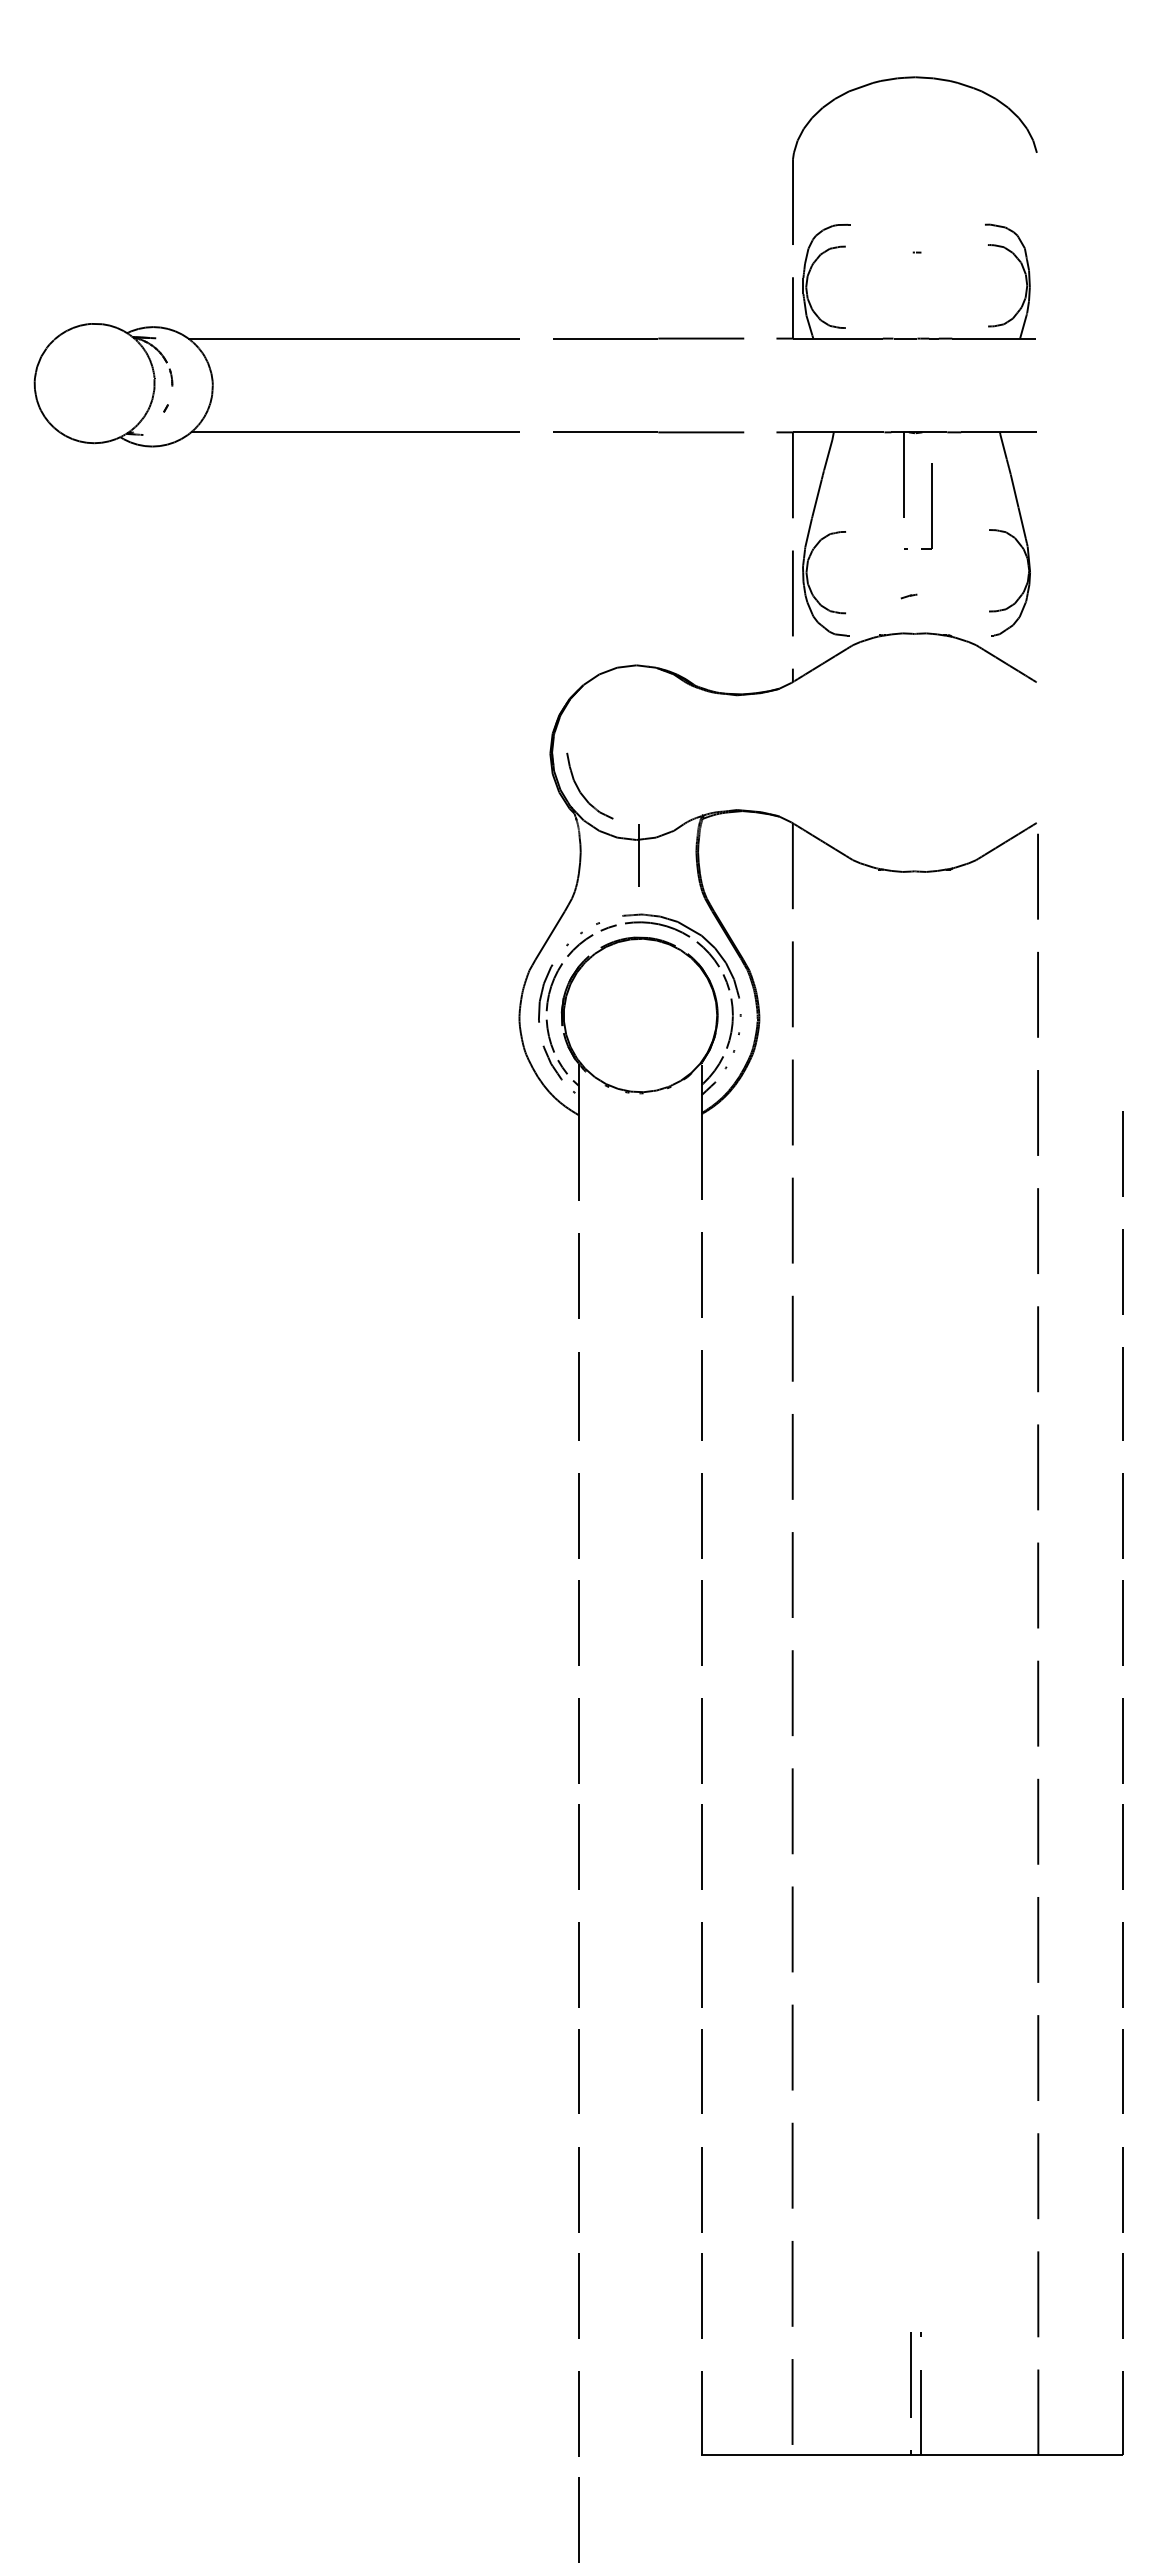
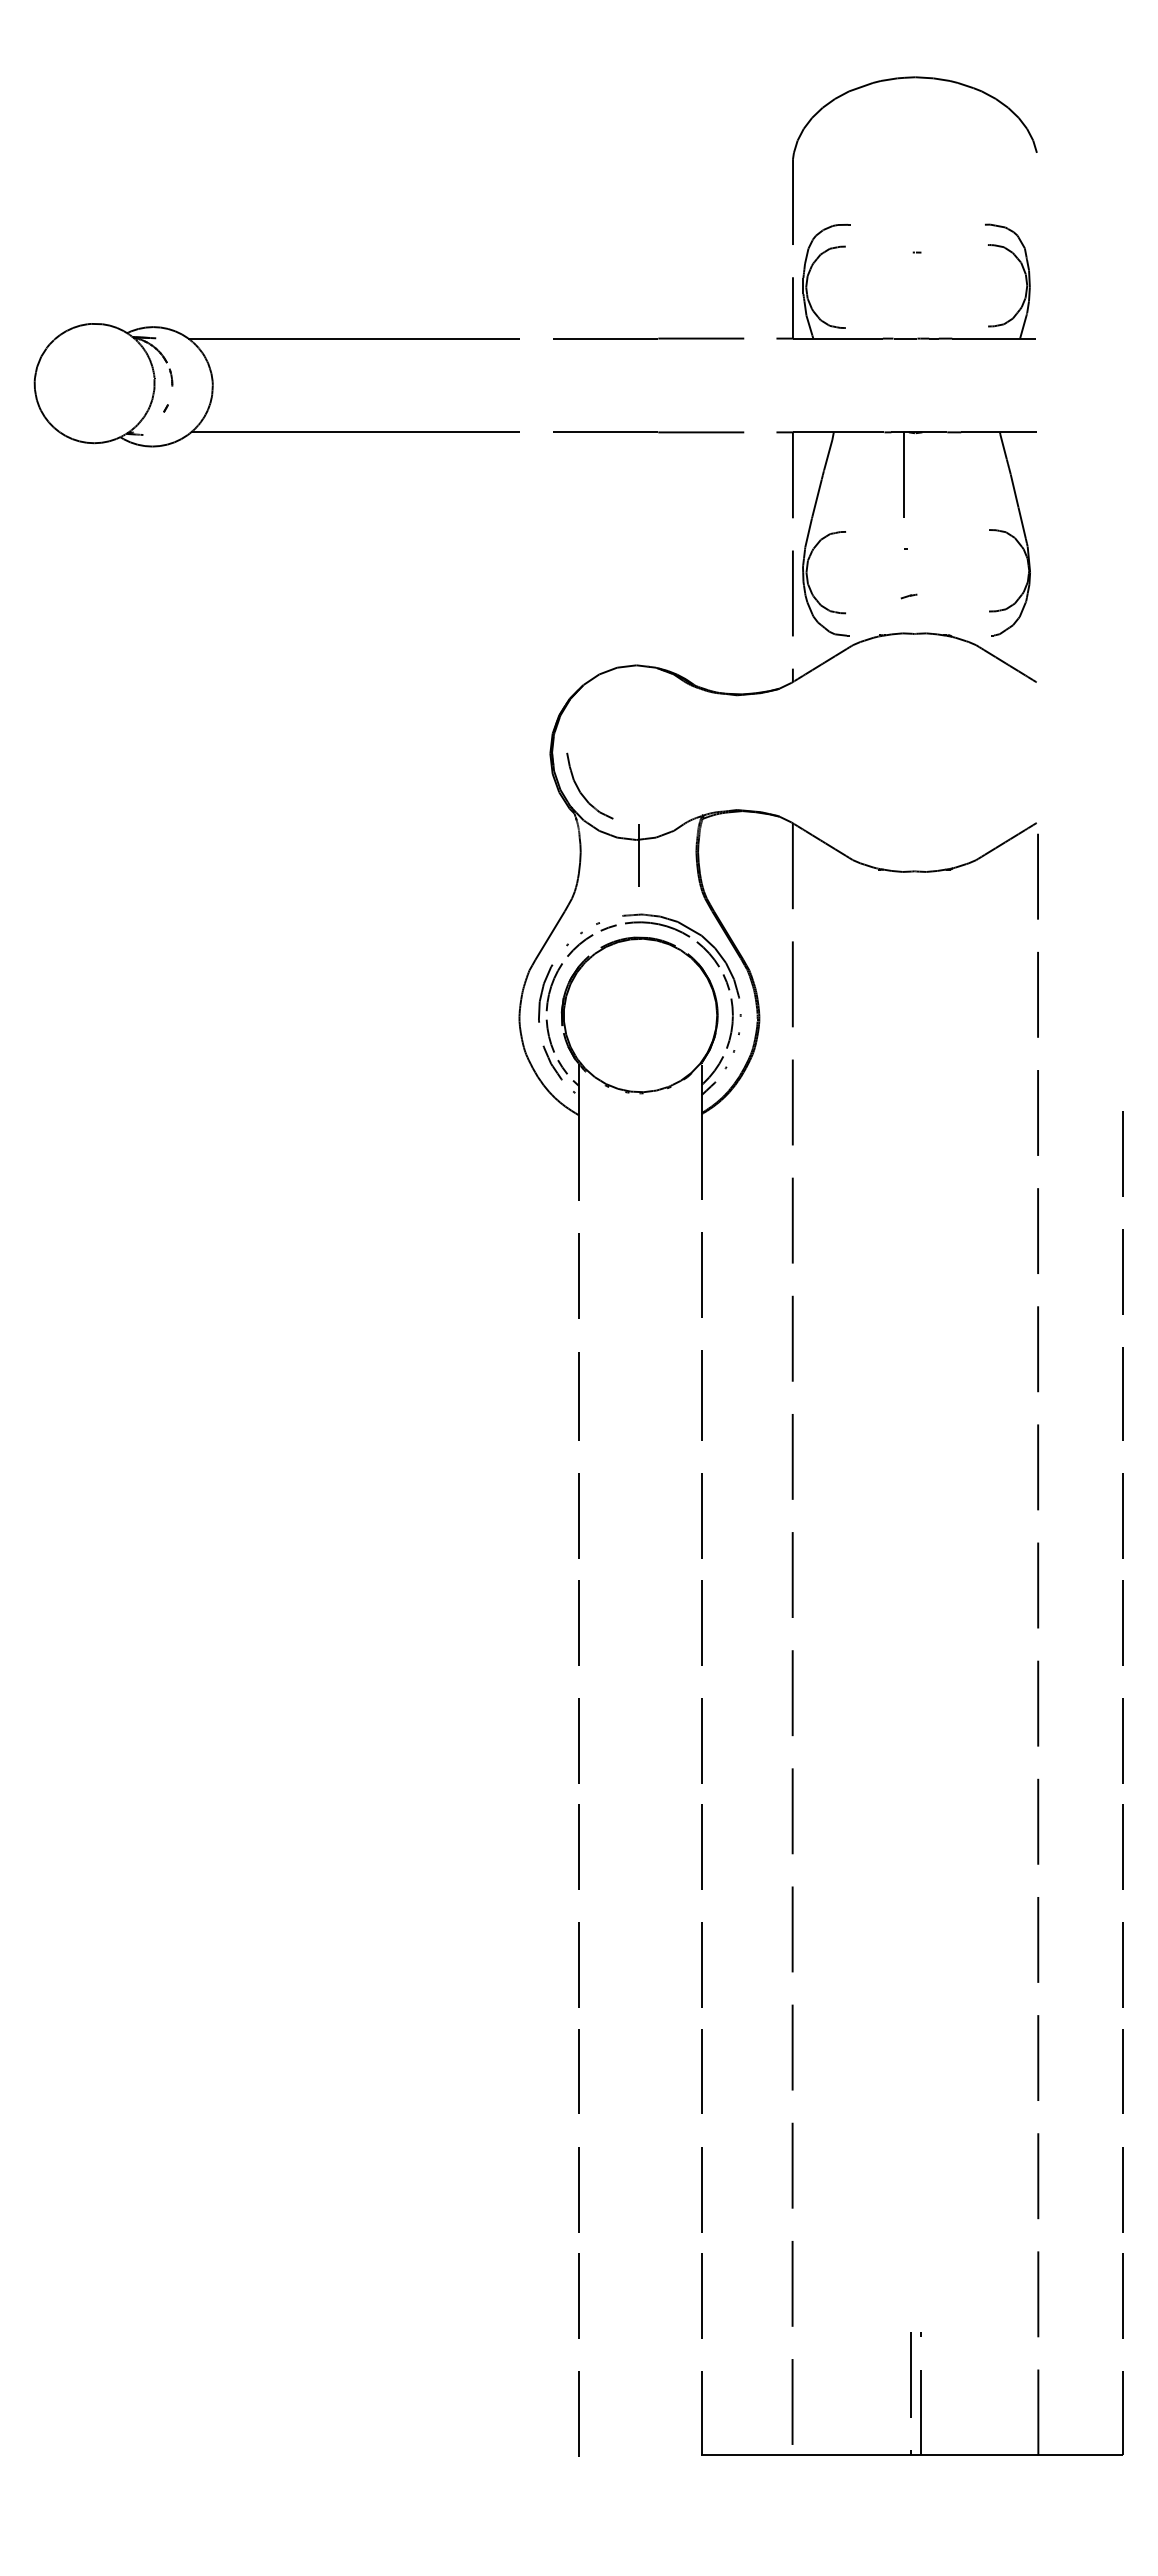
part at (926, 506): present -> none
line at (578, 2519): present -> none
